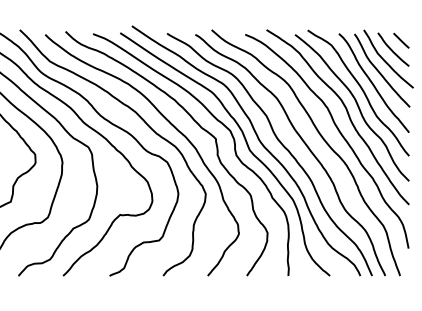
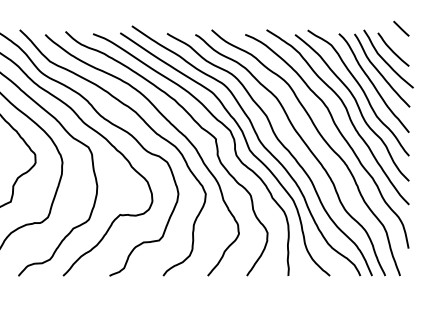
line at (401, 40) position: (401, 40) -> (401, 28)
